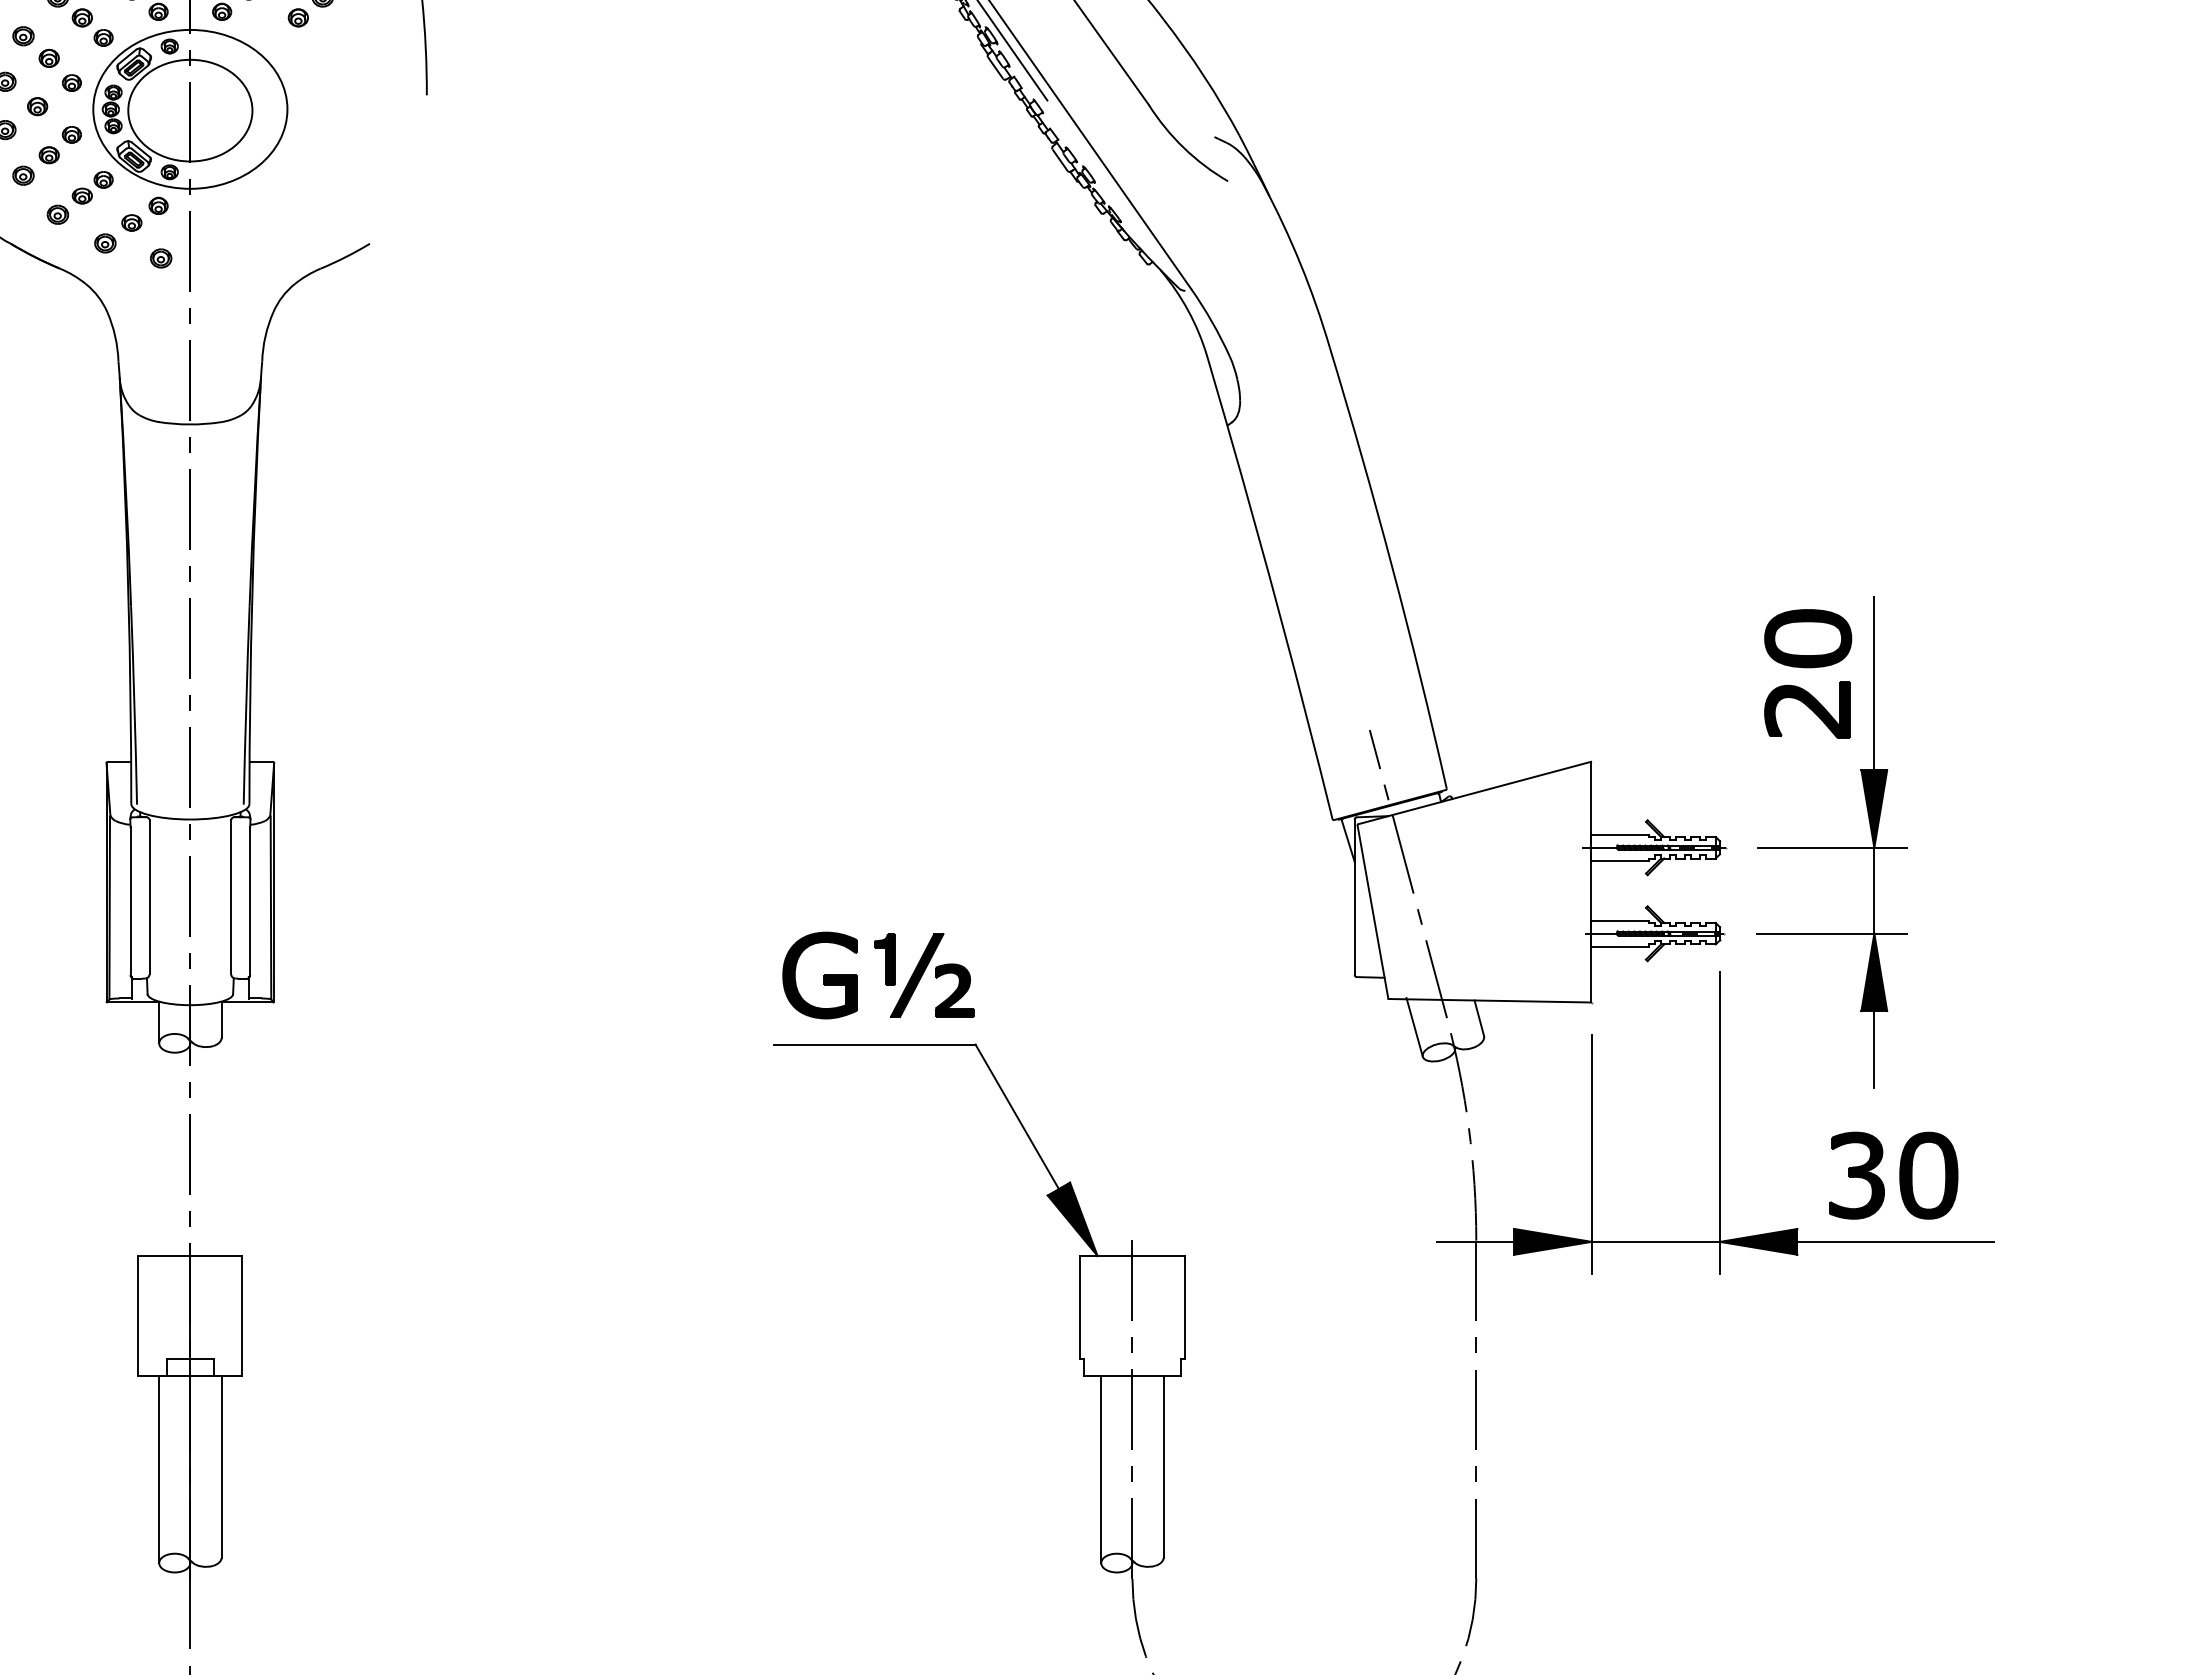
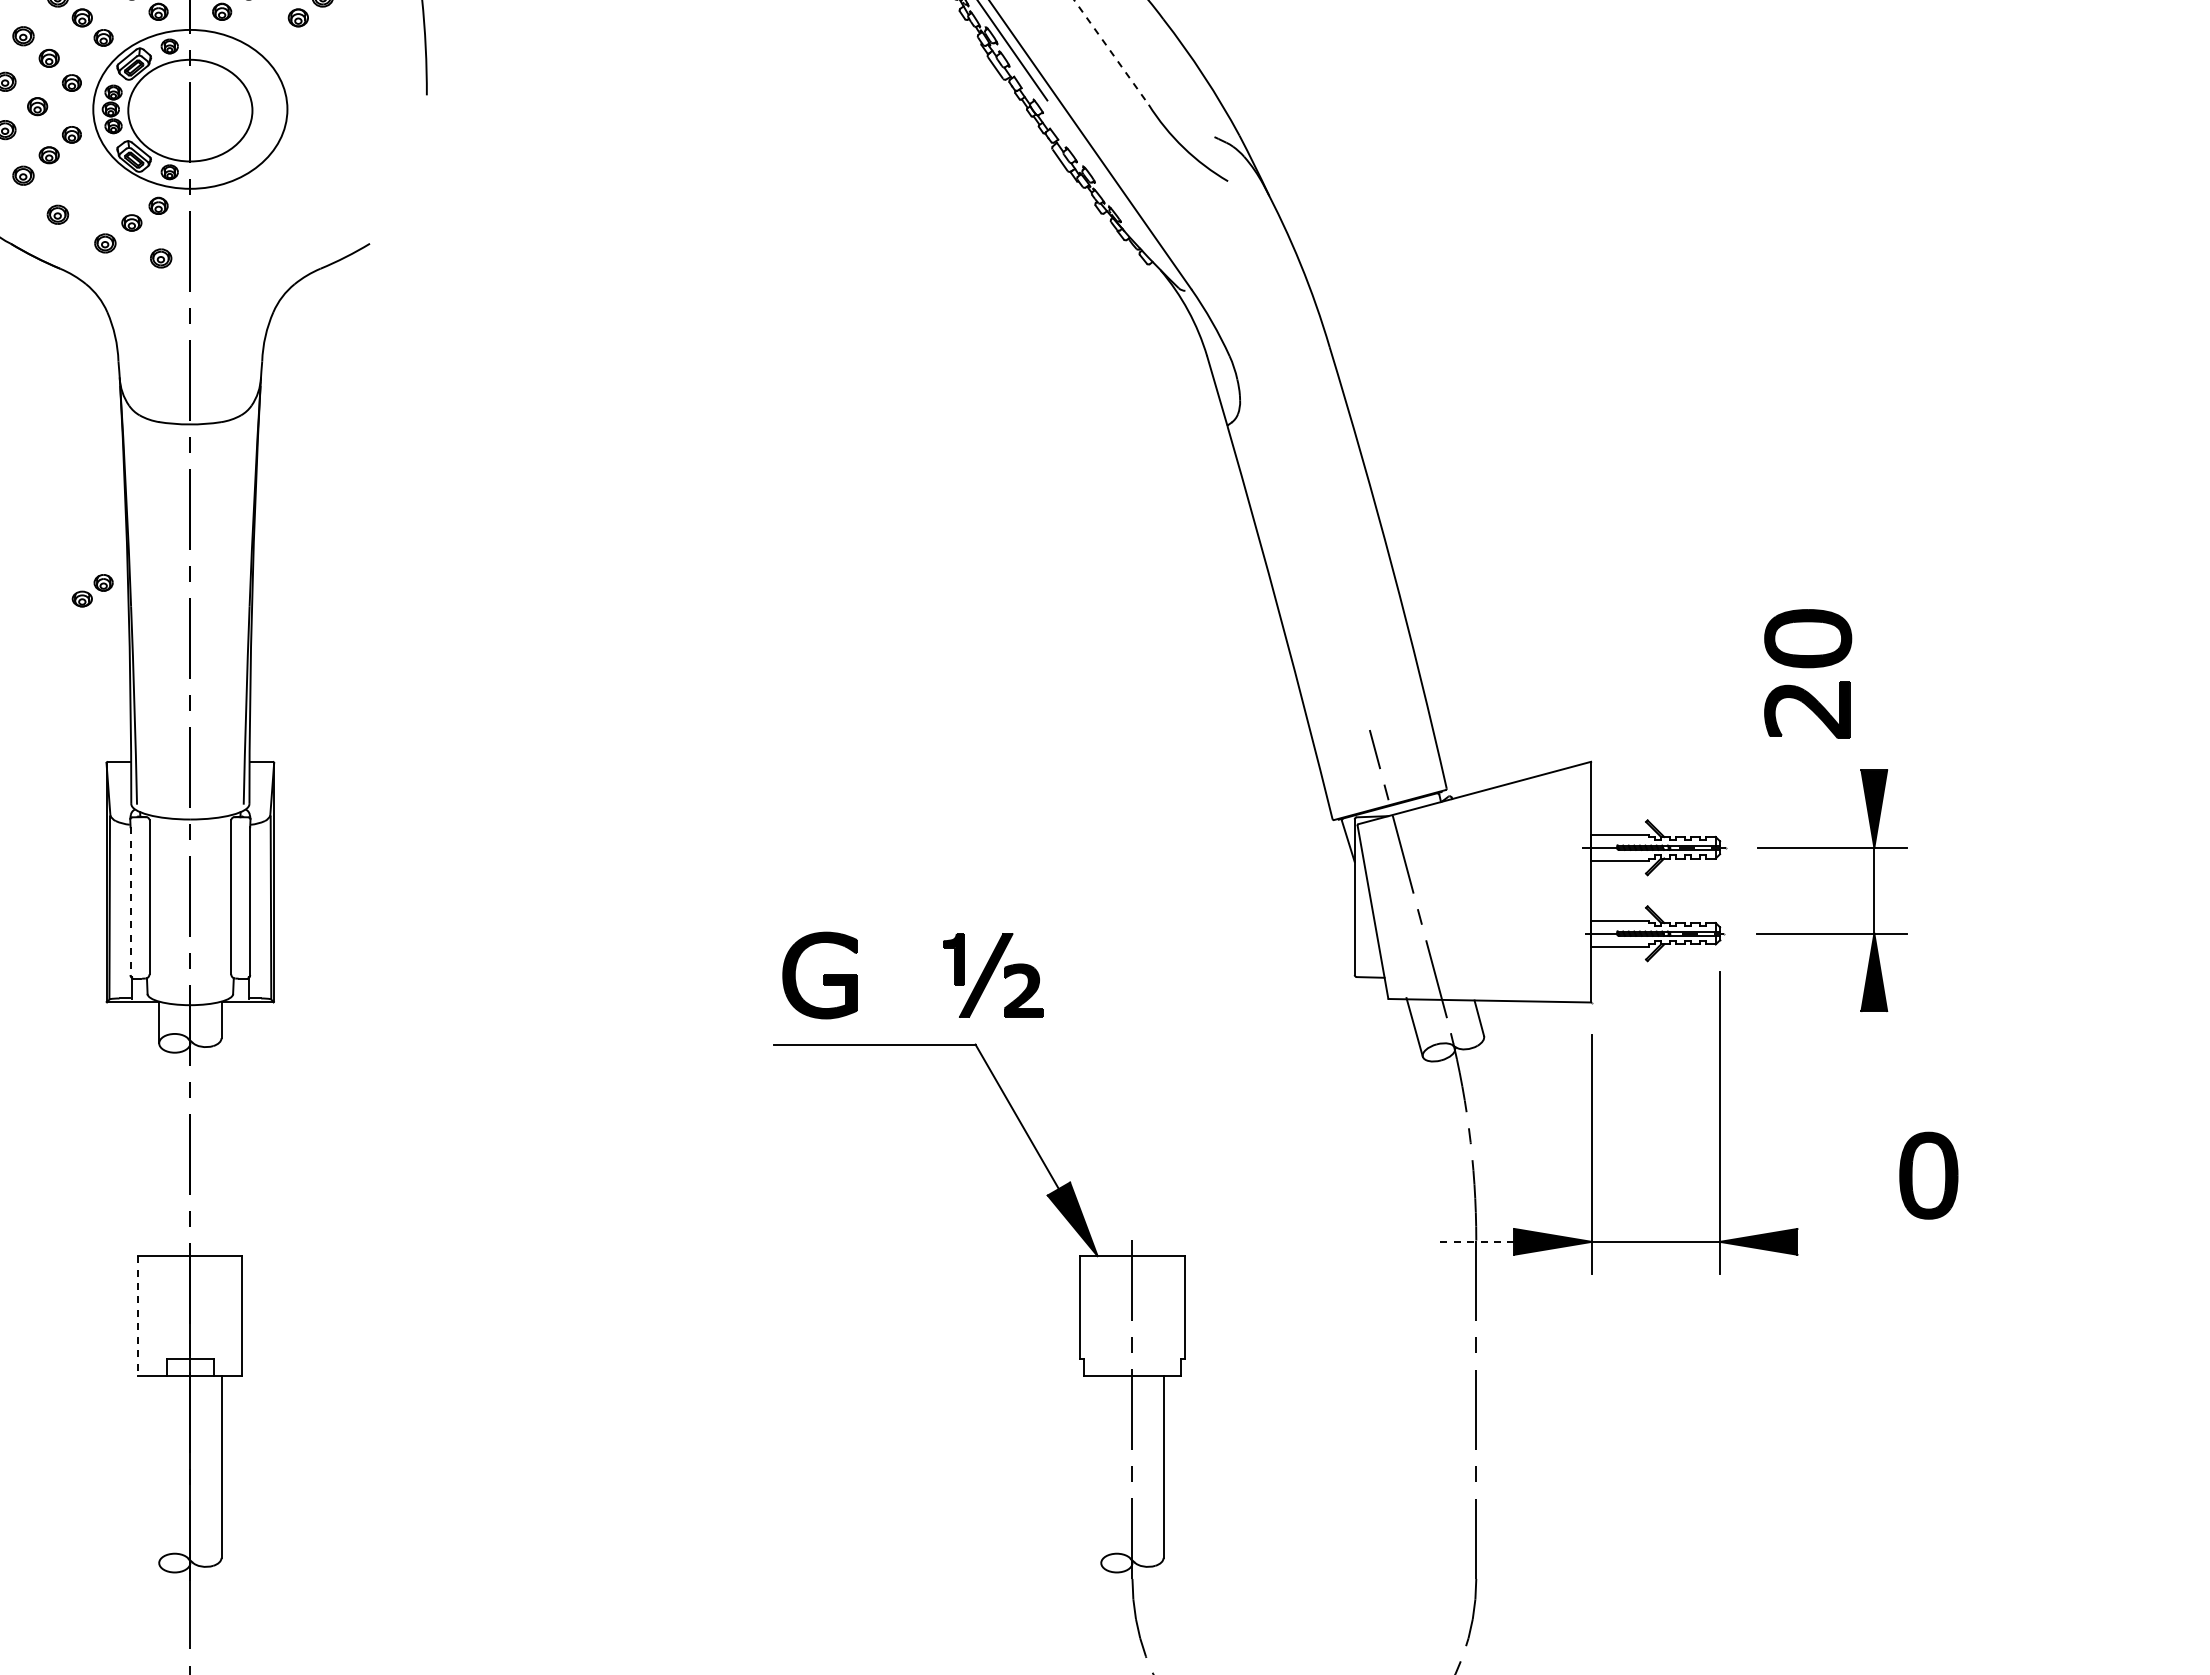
line at (1111, 52): solid -> dashed
part at (92, 187) position: (92, 187) -> (92, 590)
line at (1874, 683): present -> none
line at (130, 901): solid -> dashed
part at (924, 975) position: (924, 975) -> (993, 975)
line at (1874, 1049): present -> none
part at (1856, 1175): present -> none
line at (1475, 1241): solid -> dashed
line at (1895, 1241): present -> none
line at (138, 1316): solid -> dashed
line at (159, 1469): present -> none
line at (1101, 1469): present -> none
